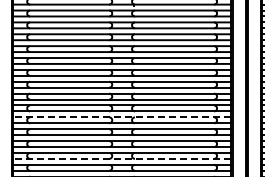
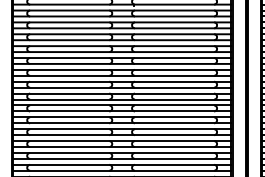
line at (121, 117): dashed -> solid
line at (121, 158): dashed -> solid
